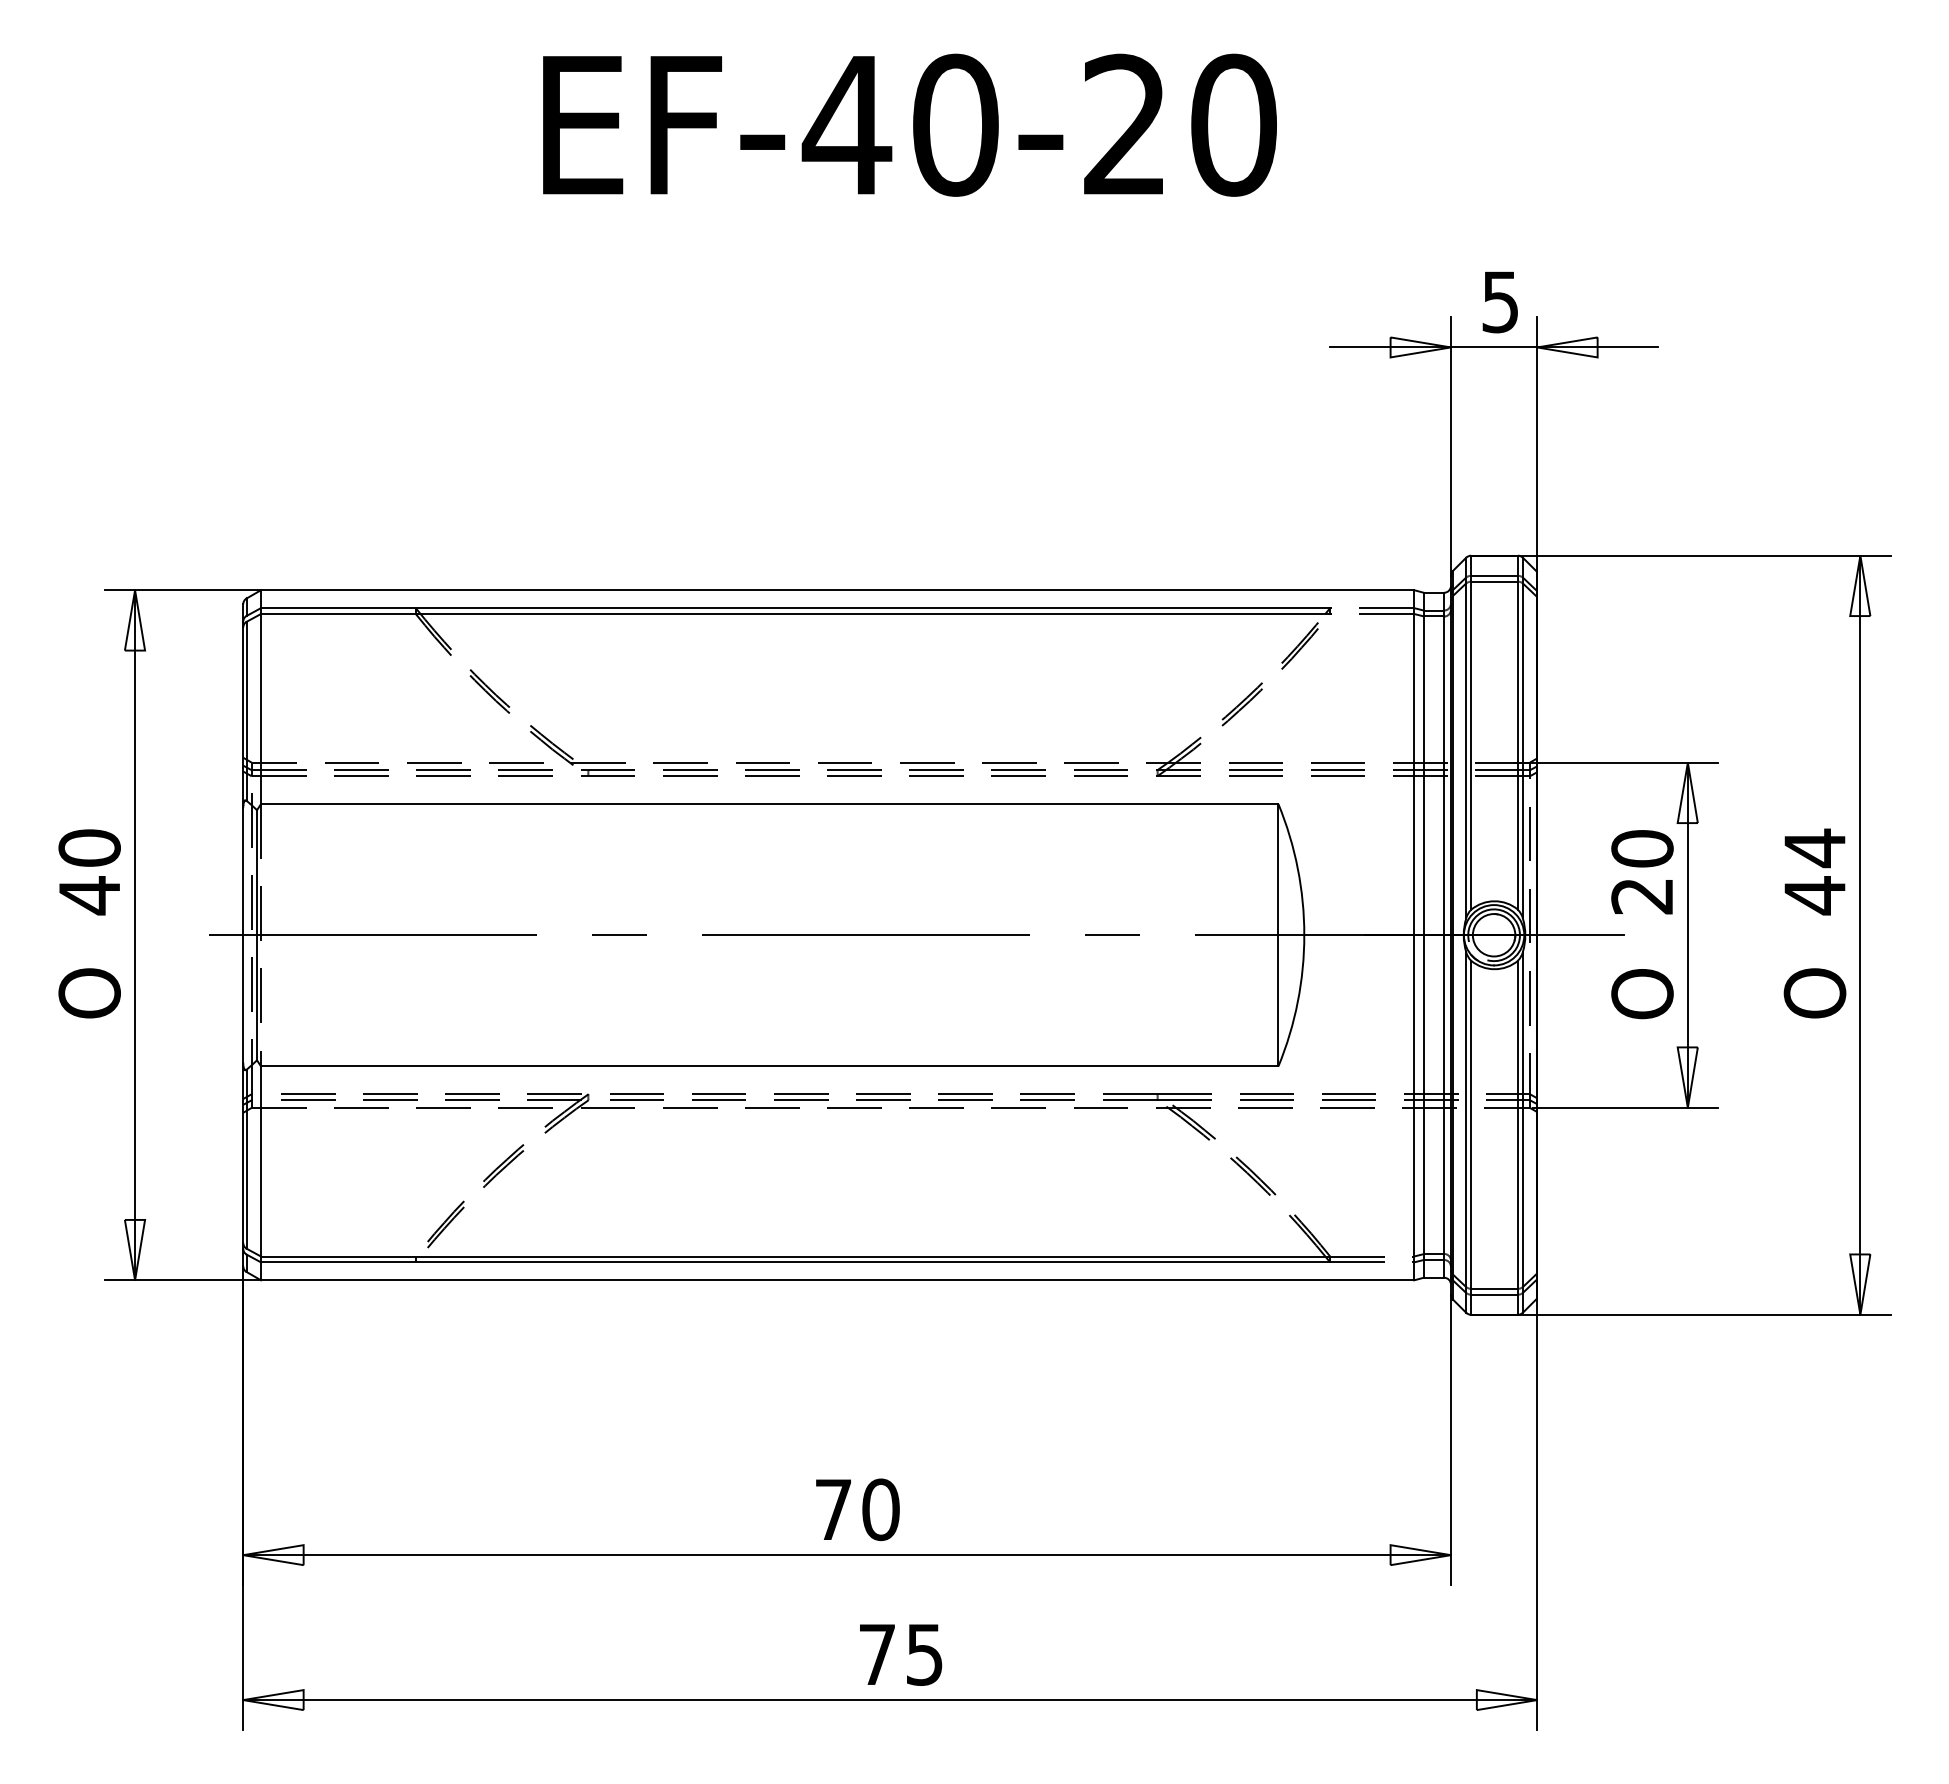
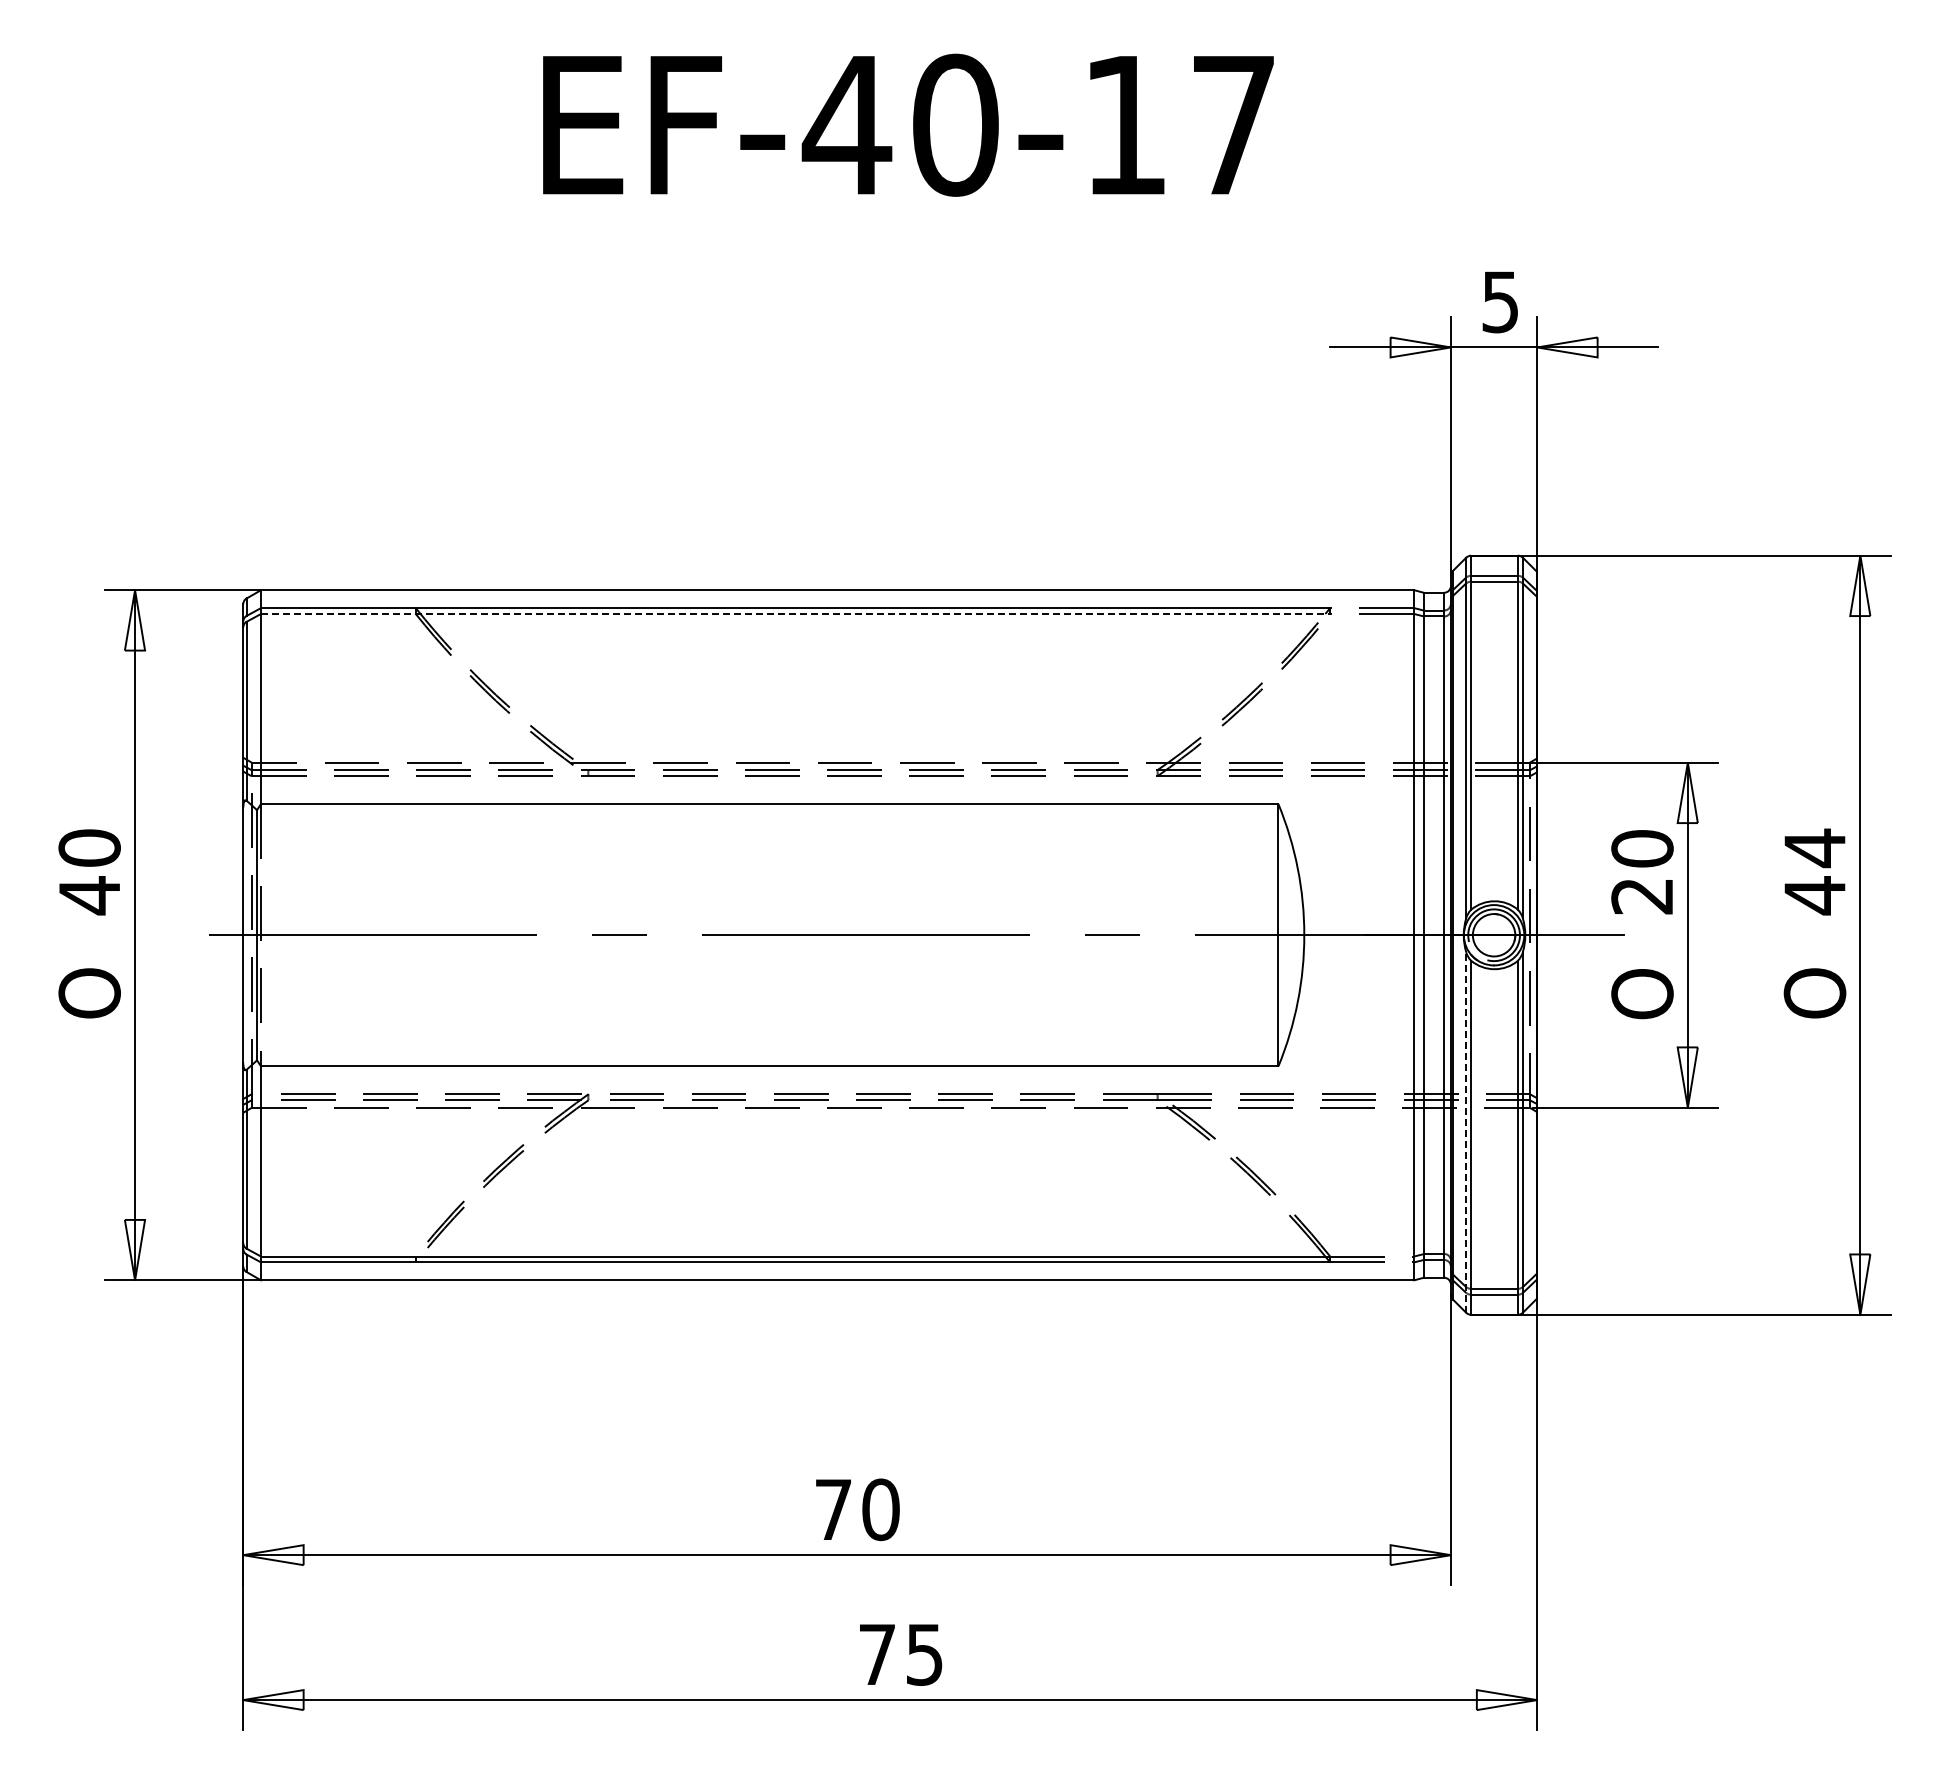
text at (1180, 124): EF-40-20 -> EF-40-17
line at (795, 614): solid -> dashed
line at (1466, 1131): solid -> dashed
